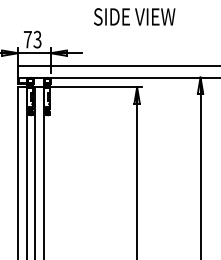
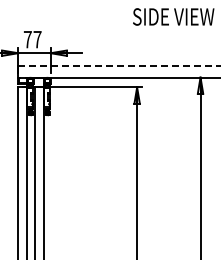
text at (134, 16) position: (134, 16) -> (173, 16)
text at (37, 39): 73 -> 77
line at (120, 66): solid -> dashed
